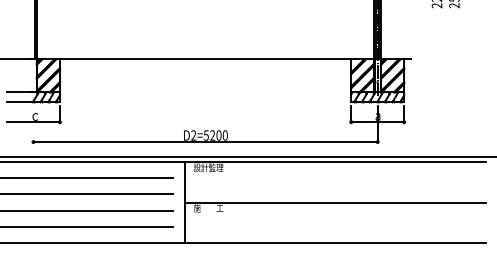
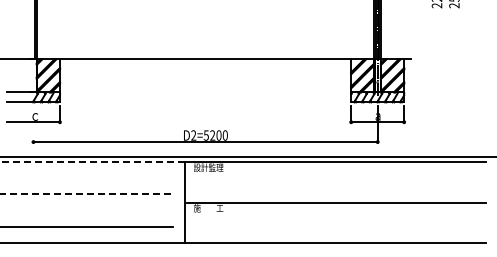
line at (92, 162): solid -> dashed
line at (87, 178): present -> none
line at (87, 194): solid -> dashed
line at (87, 210): present -> none
